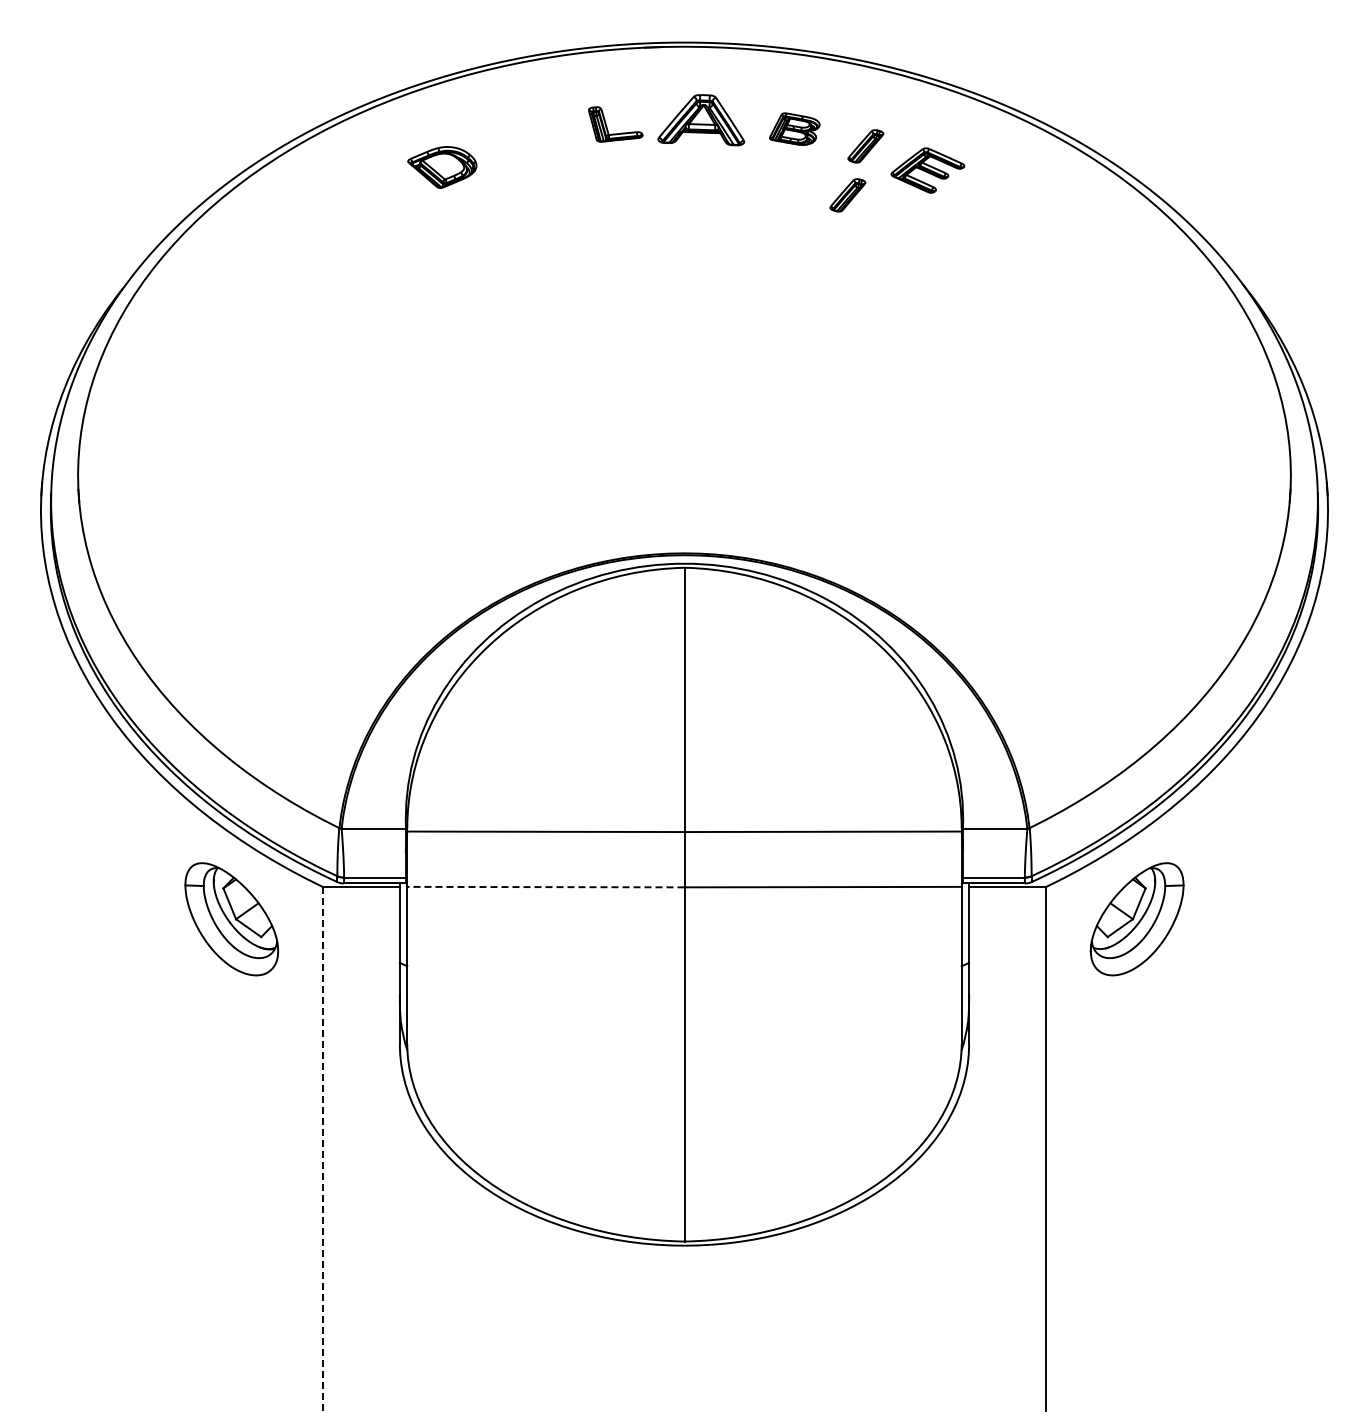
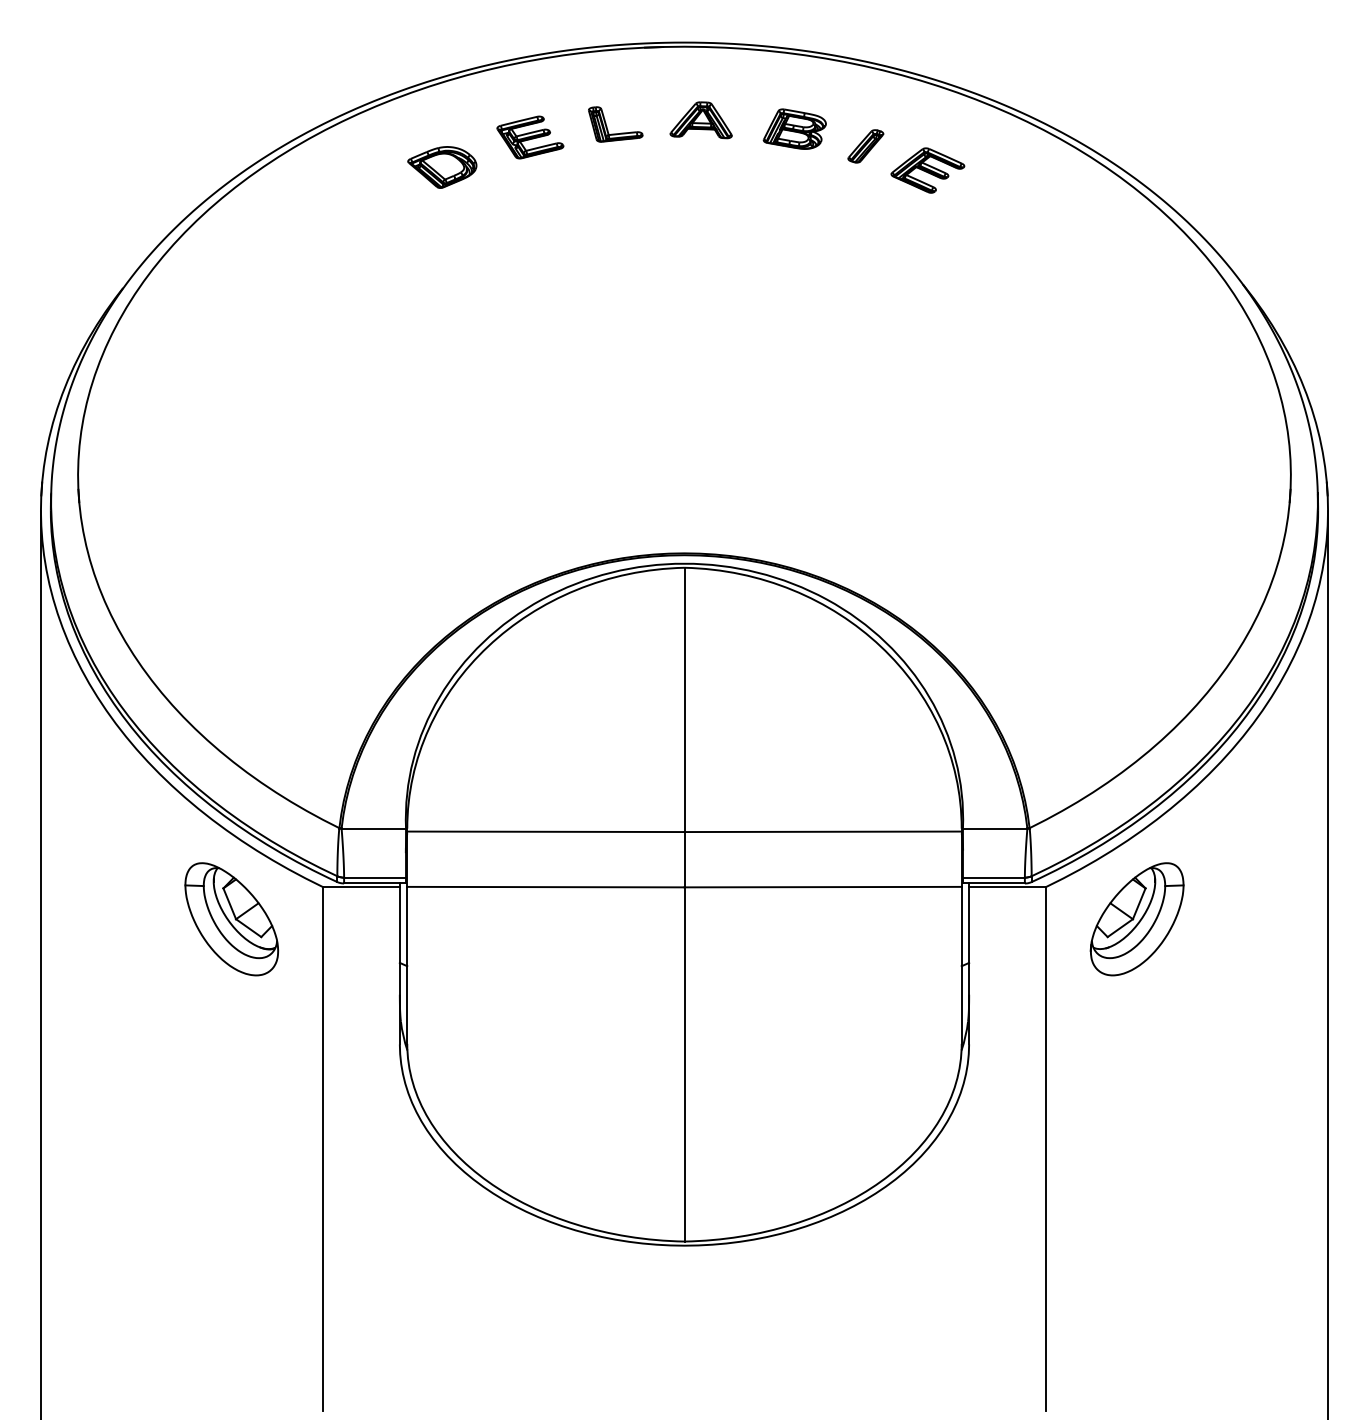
part at (701, 120) size: 89x53 px -> 64x39 px
part at (794, 128) size: 52x34 px -> 65x42 px
part at (530, 137): none -> present
part at (847, 195): present -> none
line at (545, 887): dashed -> solid
line at (40, 963): none -> present
line at (1328, 963): none -> present
line at (322, 1148): dashed -> solid
